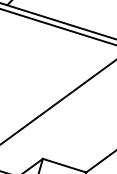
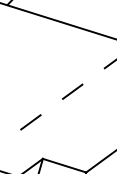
line at (57, 26): present -> none
line at (58, 102): solid -> dashed
